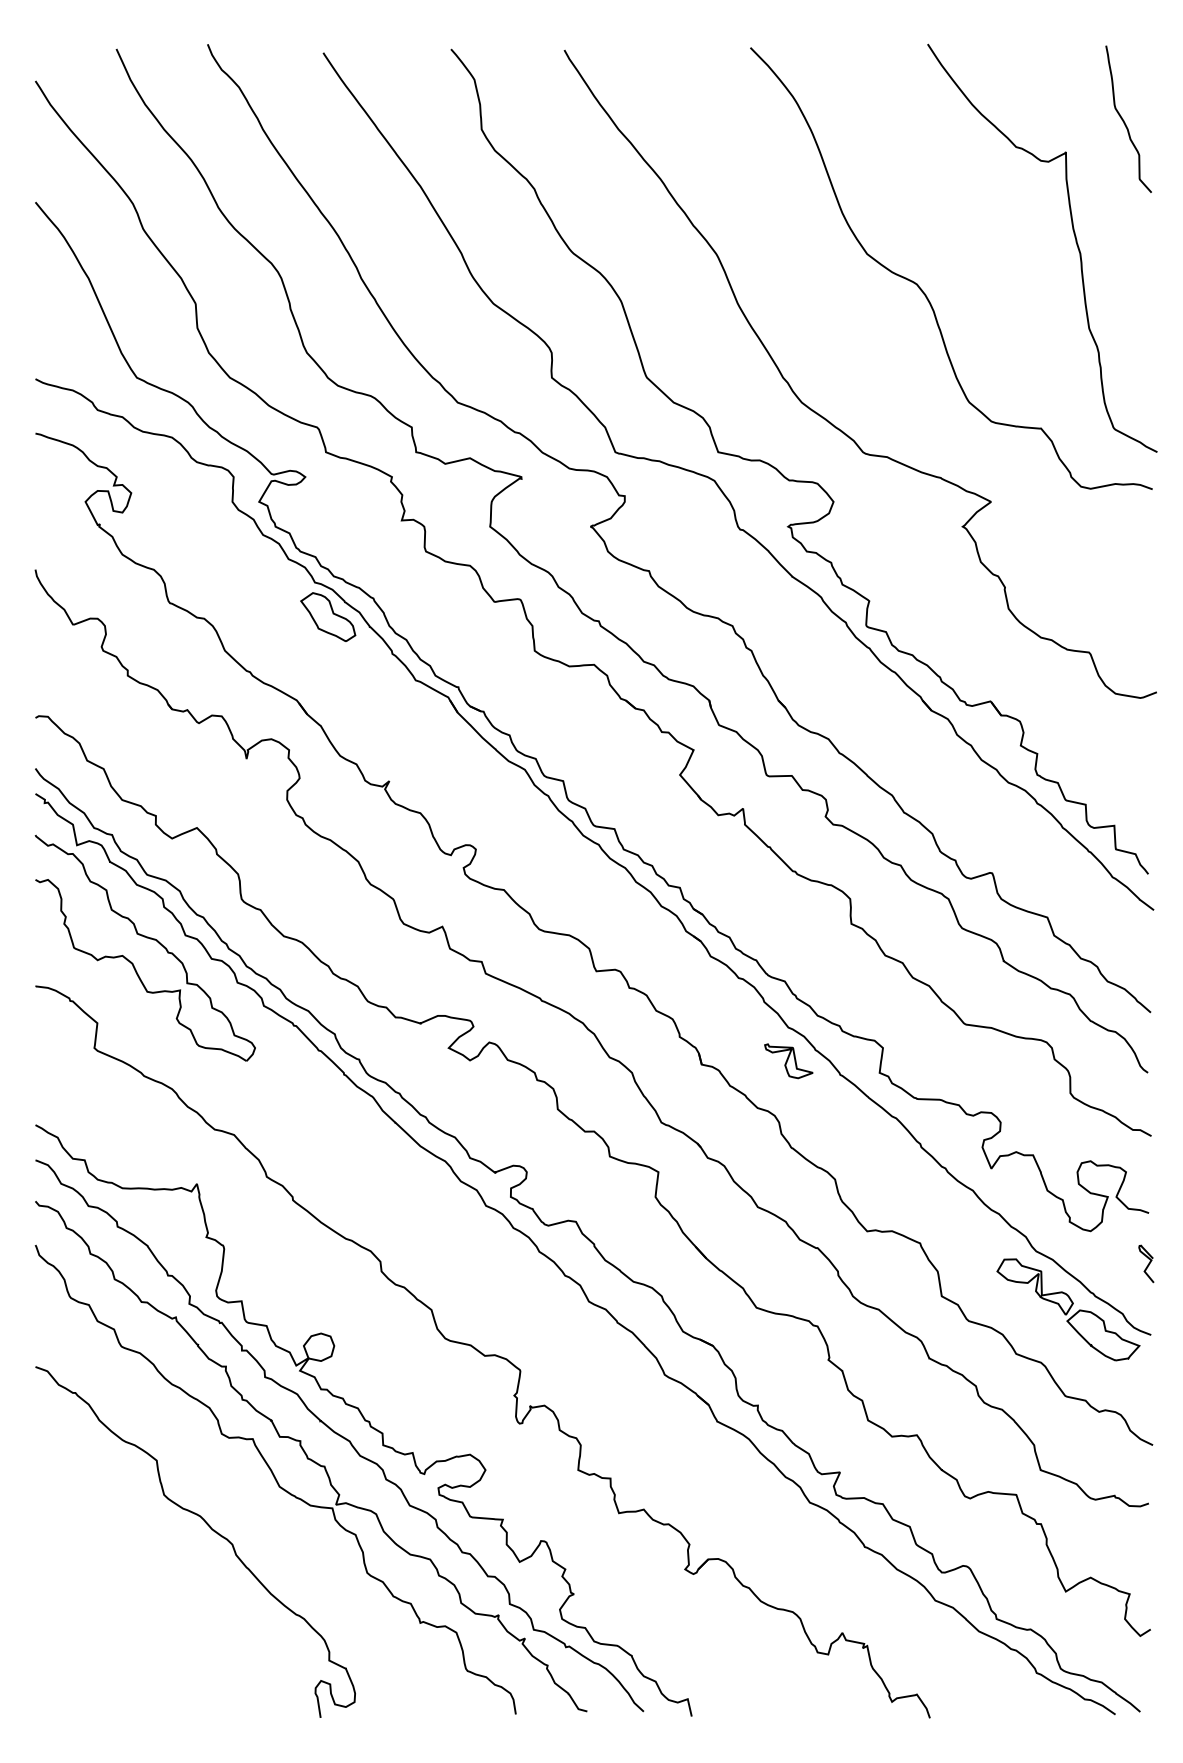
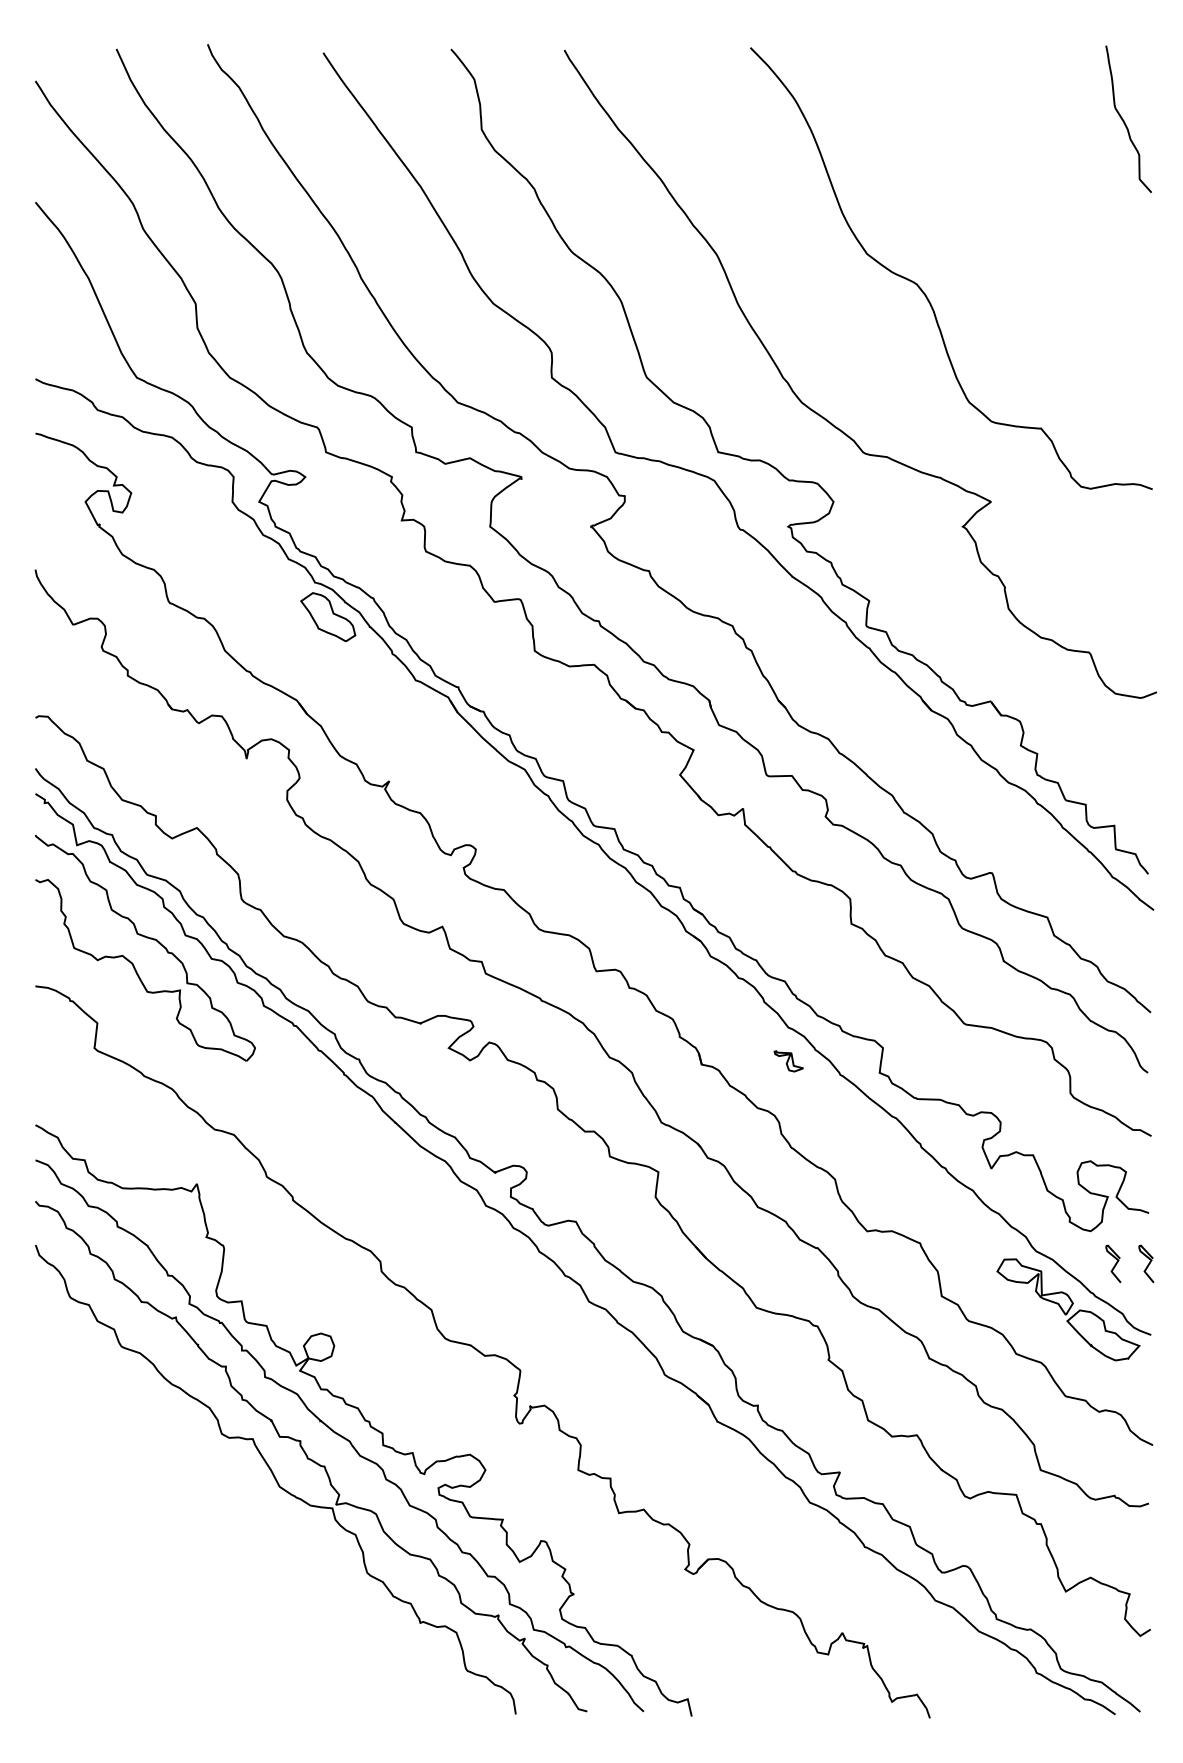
curve at (1075, 242): present -> none
part at (788, 1061) size: 50x37 px -> 31x23 px
curve at (1114, 1264): none -> present
curve at (209, 1527): present -> none
